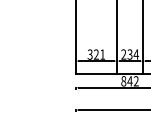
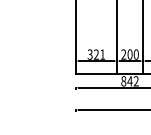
text at (133, 54): 234 -> 200
